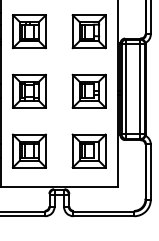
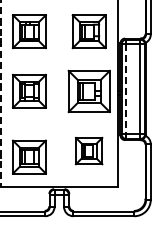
line at (126, 89): solid -> dashed
part at (88, 90) size: 36x36 px -> 44x45 px
line at (0, 93): solid -> dashed
part at (28, 150) position: (28, 150) -> (28, 156)
part at (88, 150) size: 36x36 px -> 30x30 px
